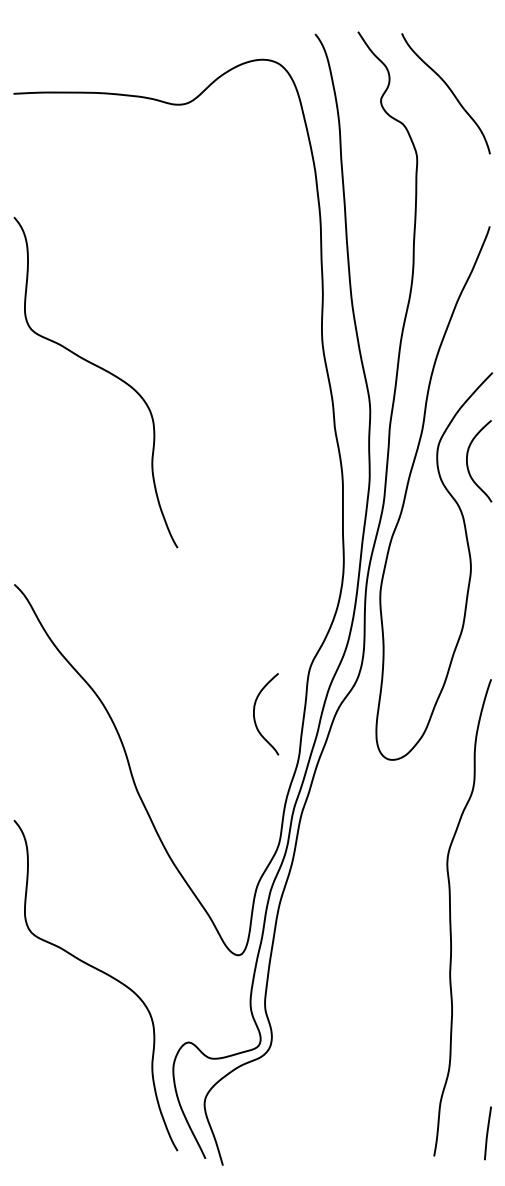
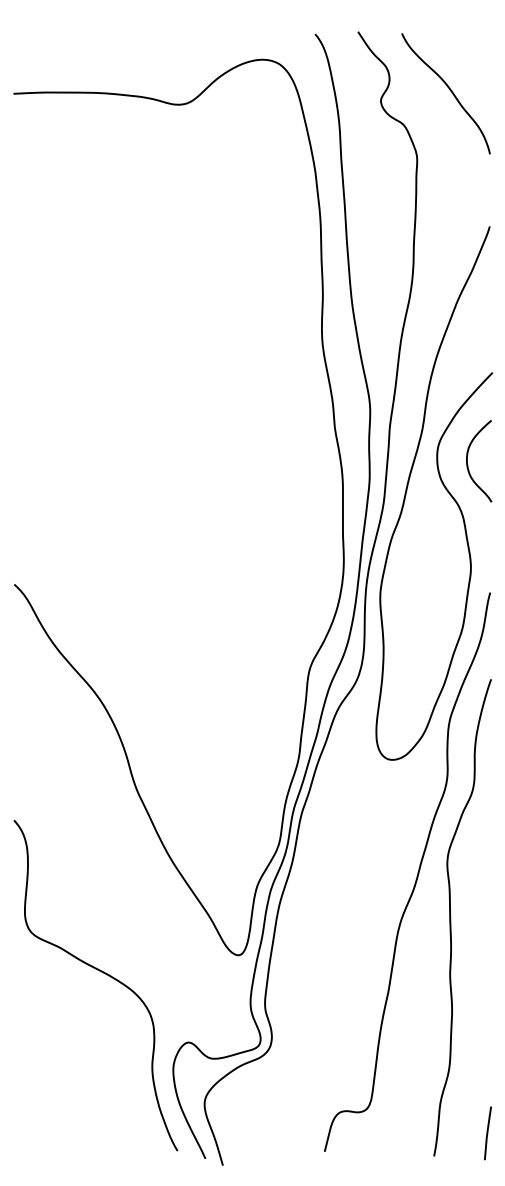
curve at (101, 369): present -> none
curve at (255, 718): present -> none
curve at (417, 872): none -> present
